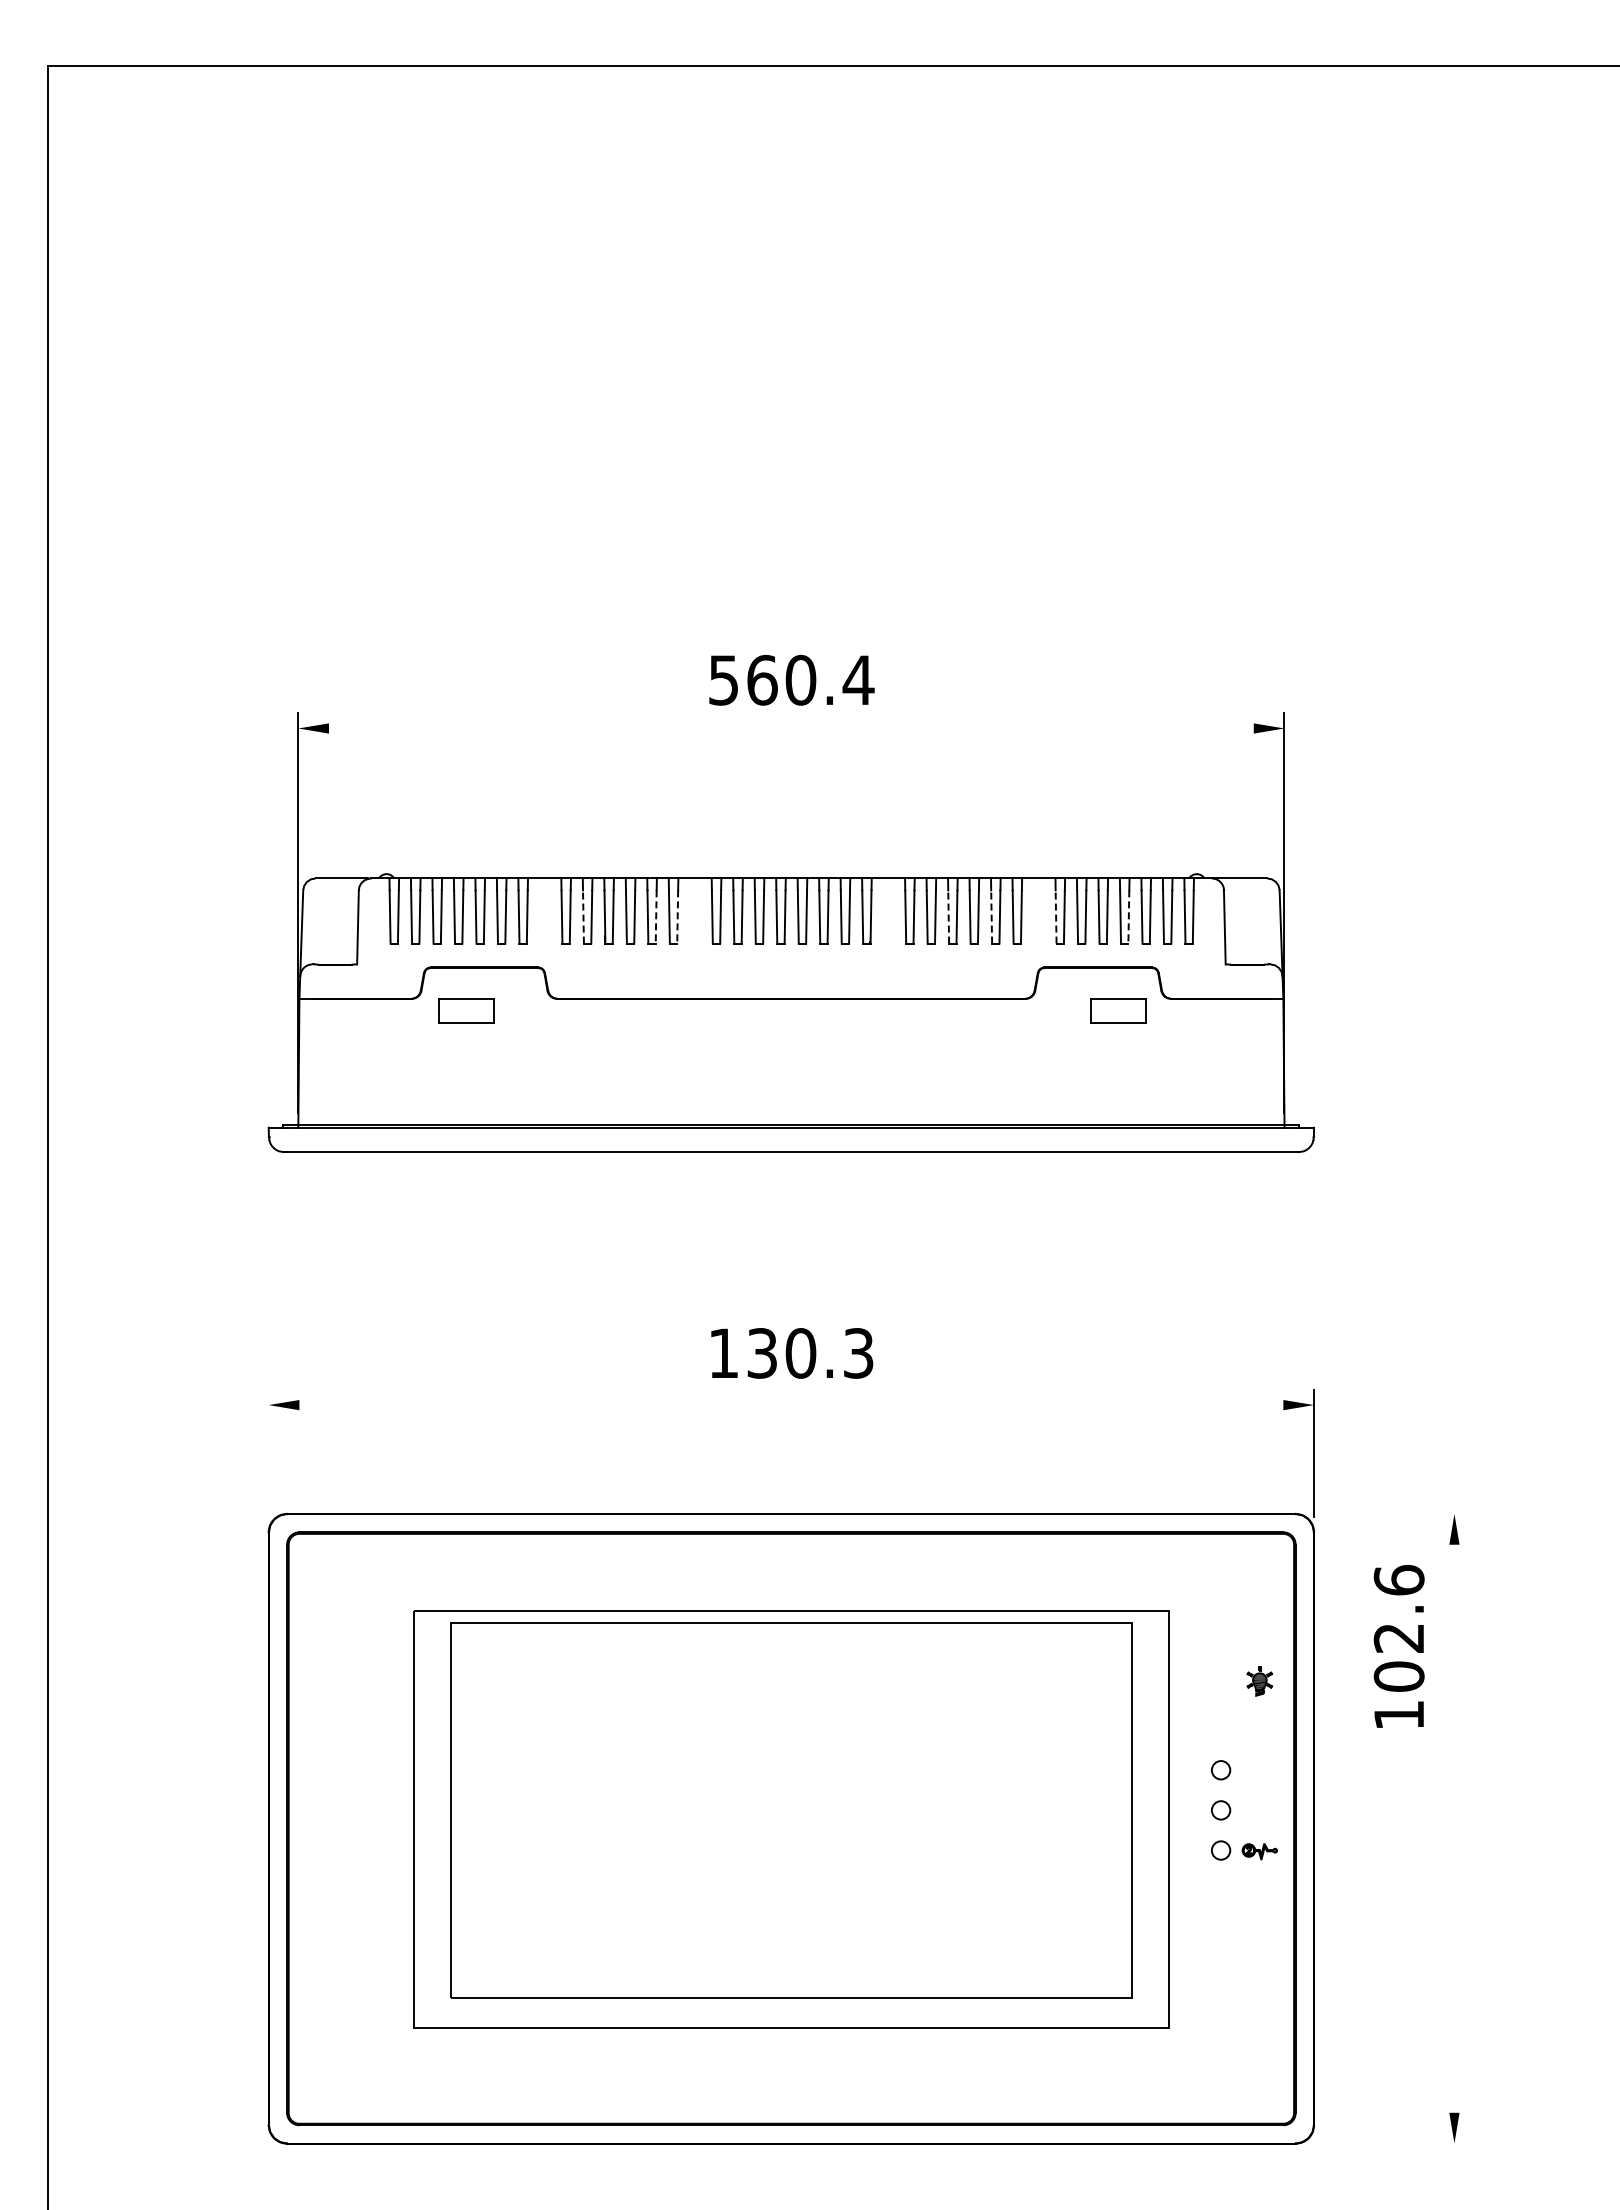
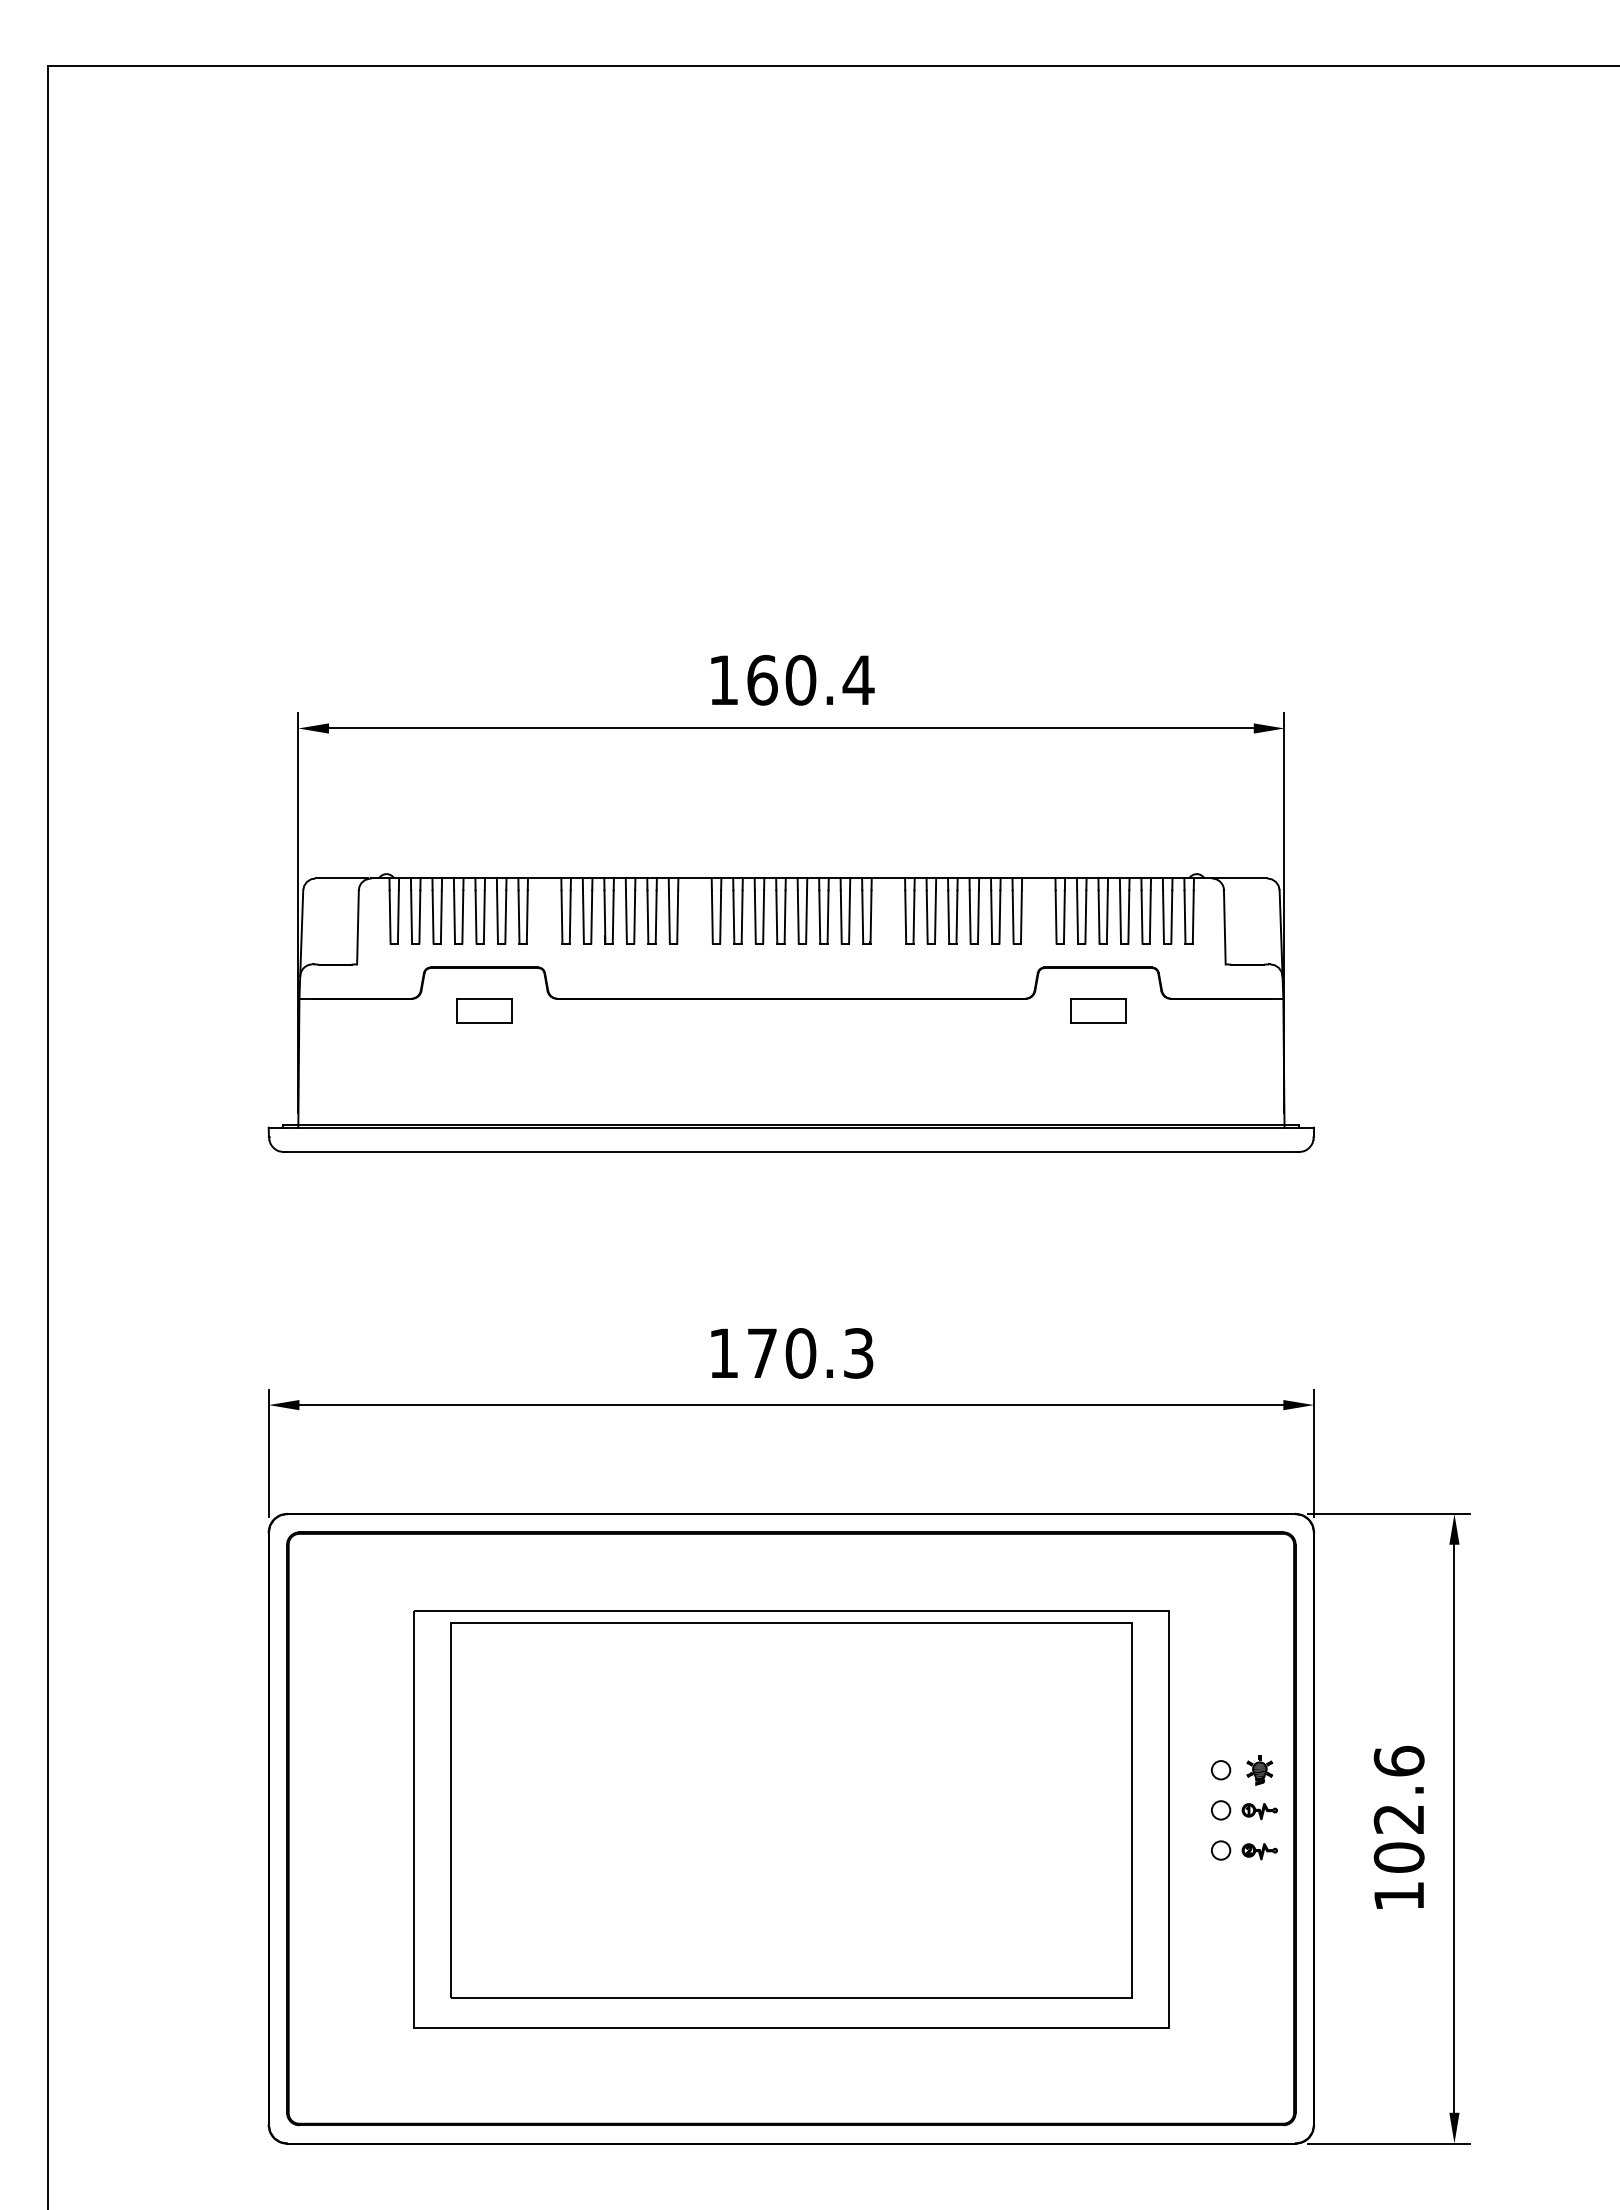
text at (723, 680): 560.4 -> 160.4
line at (791, 728): none -> present
line at (583, 916): dashed -> solid
line at (656, 916): dashed -> solid
line at (677, 916): dashed -> solid
line at (948, 916): dashed -> solid
line at (991, 916): dashed -> solid
line at (1056, 916): dashed -> solid
line at (1128, 916): dashed -> solid
part at (466, 1010) position: (466, 1010) -> (484, 1010)
part at (1118, 1010) position: (1118, 1010) -> (1098, 1010)
text at (761, 1353): 130.3 -> 170.3
line at (791, 1405): none -> present
line at (268, 1452): none -> present
line at (1388, 1514): none -> present
text at (1398, 1646) position: (1398, 1646) -> (1398, 1827)
part at (1259, 1681) position: (1259, 1681) -> (1259, 1770)
part at (1259, 1811): none -> present
line at (1454, 1828): none -> present
line at (1388, 2143): none -> present
